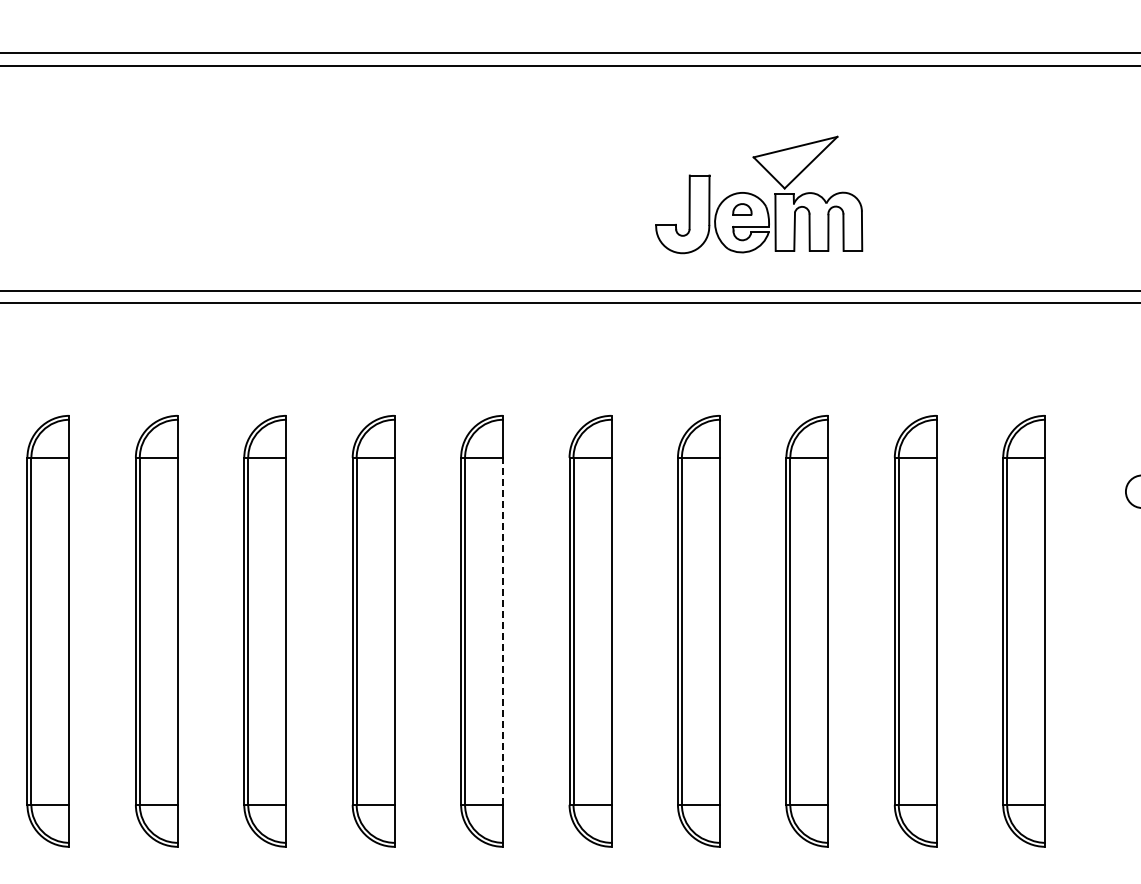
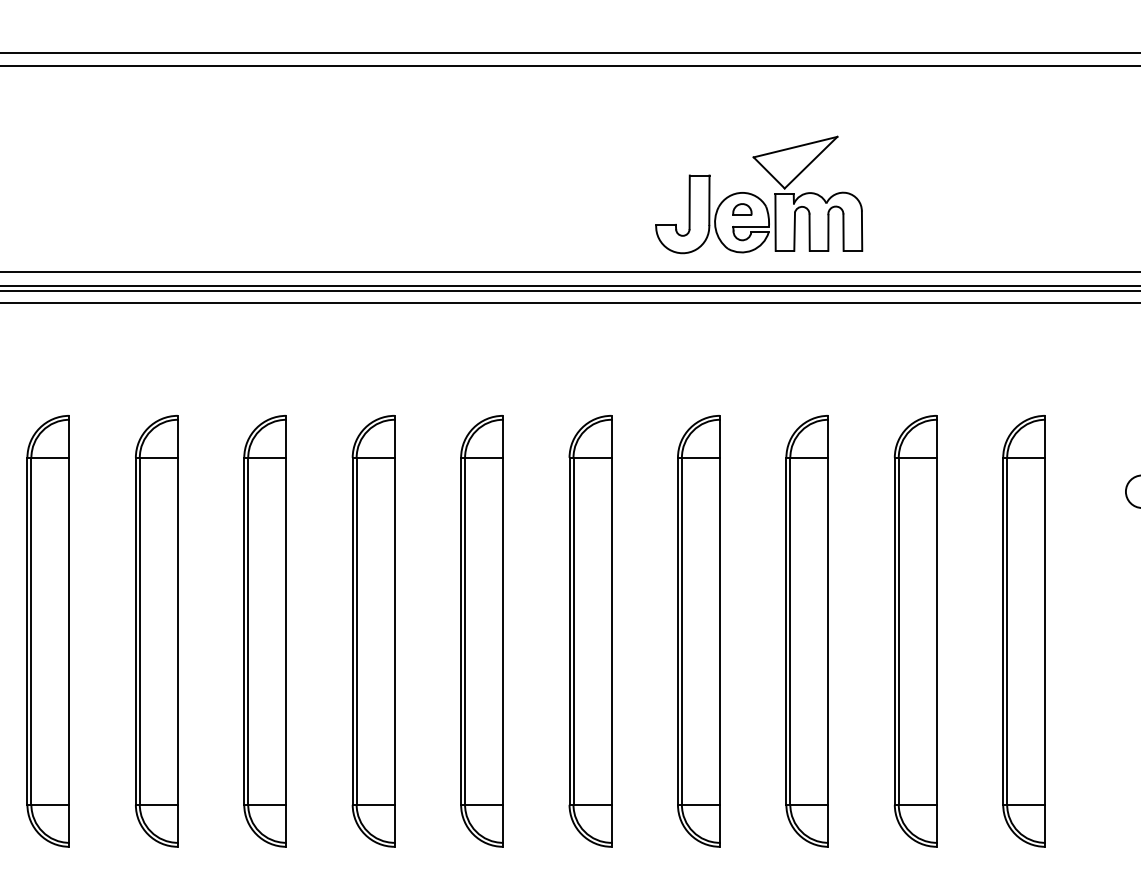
line at (569, 272): none -> present
line at (569, 285): none -> present
line at (503, 630): dashed -> solid
